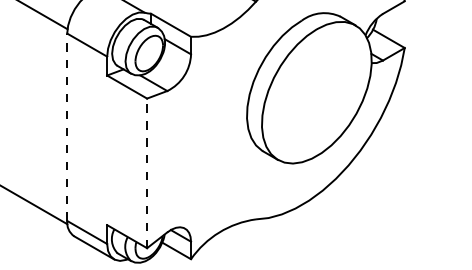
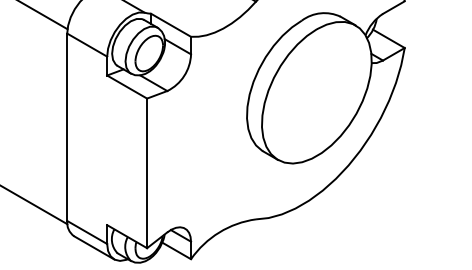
line at (67, 127): dashed -> solid
line at (147, 173): dashed -> solid
